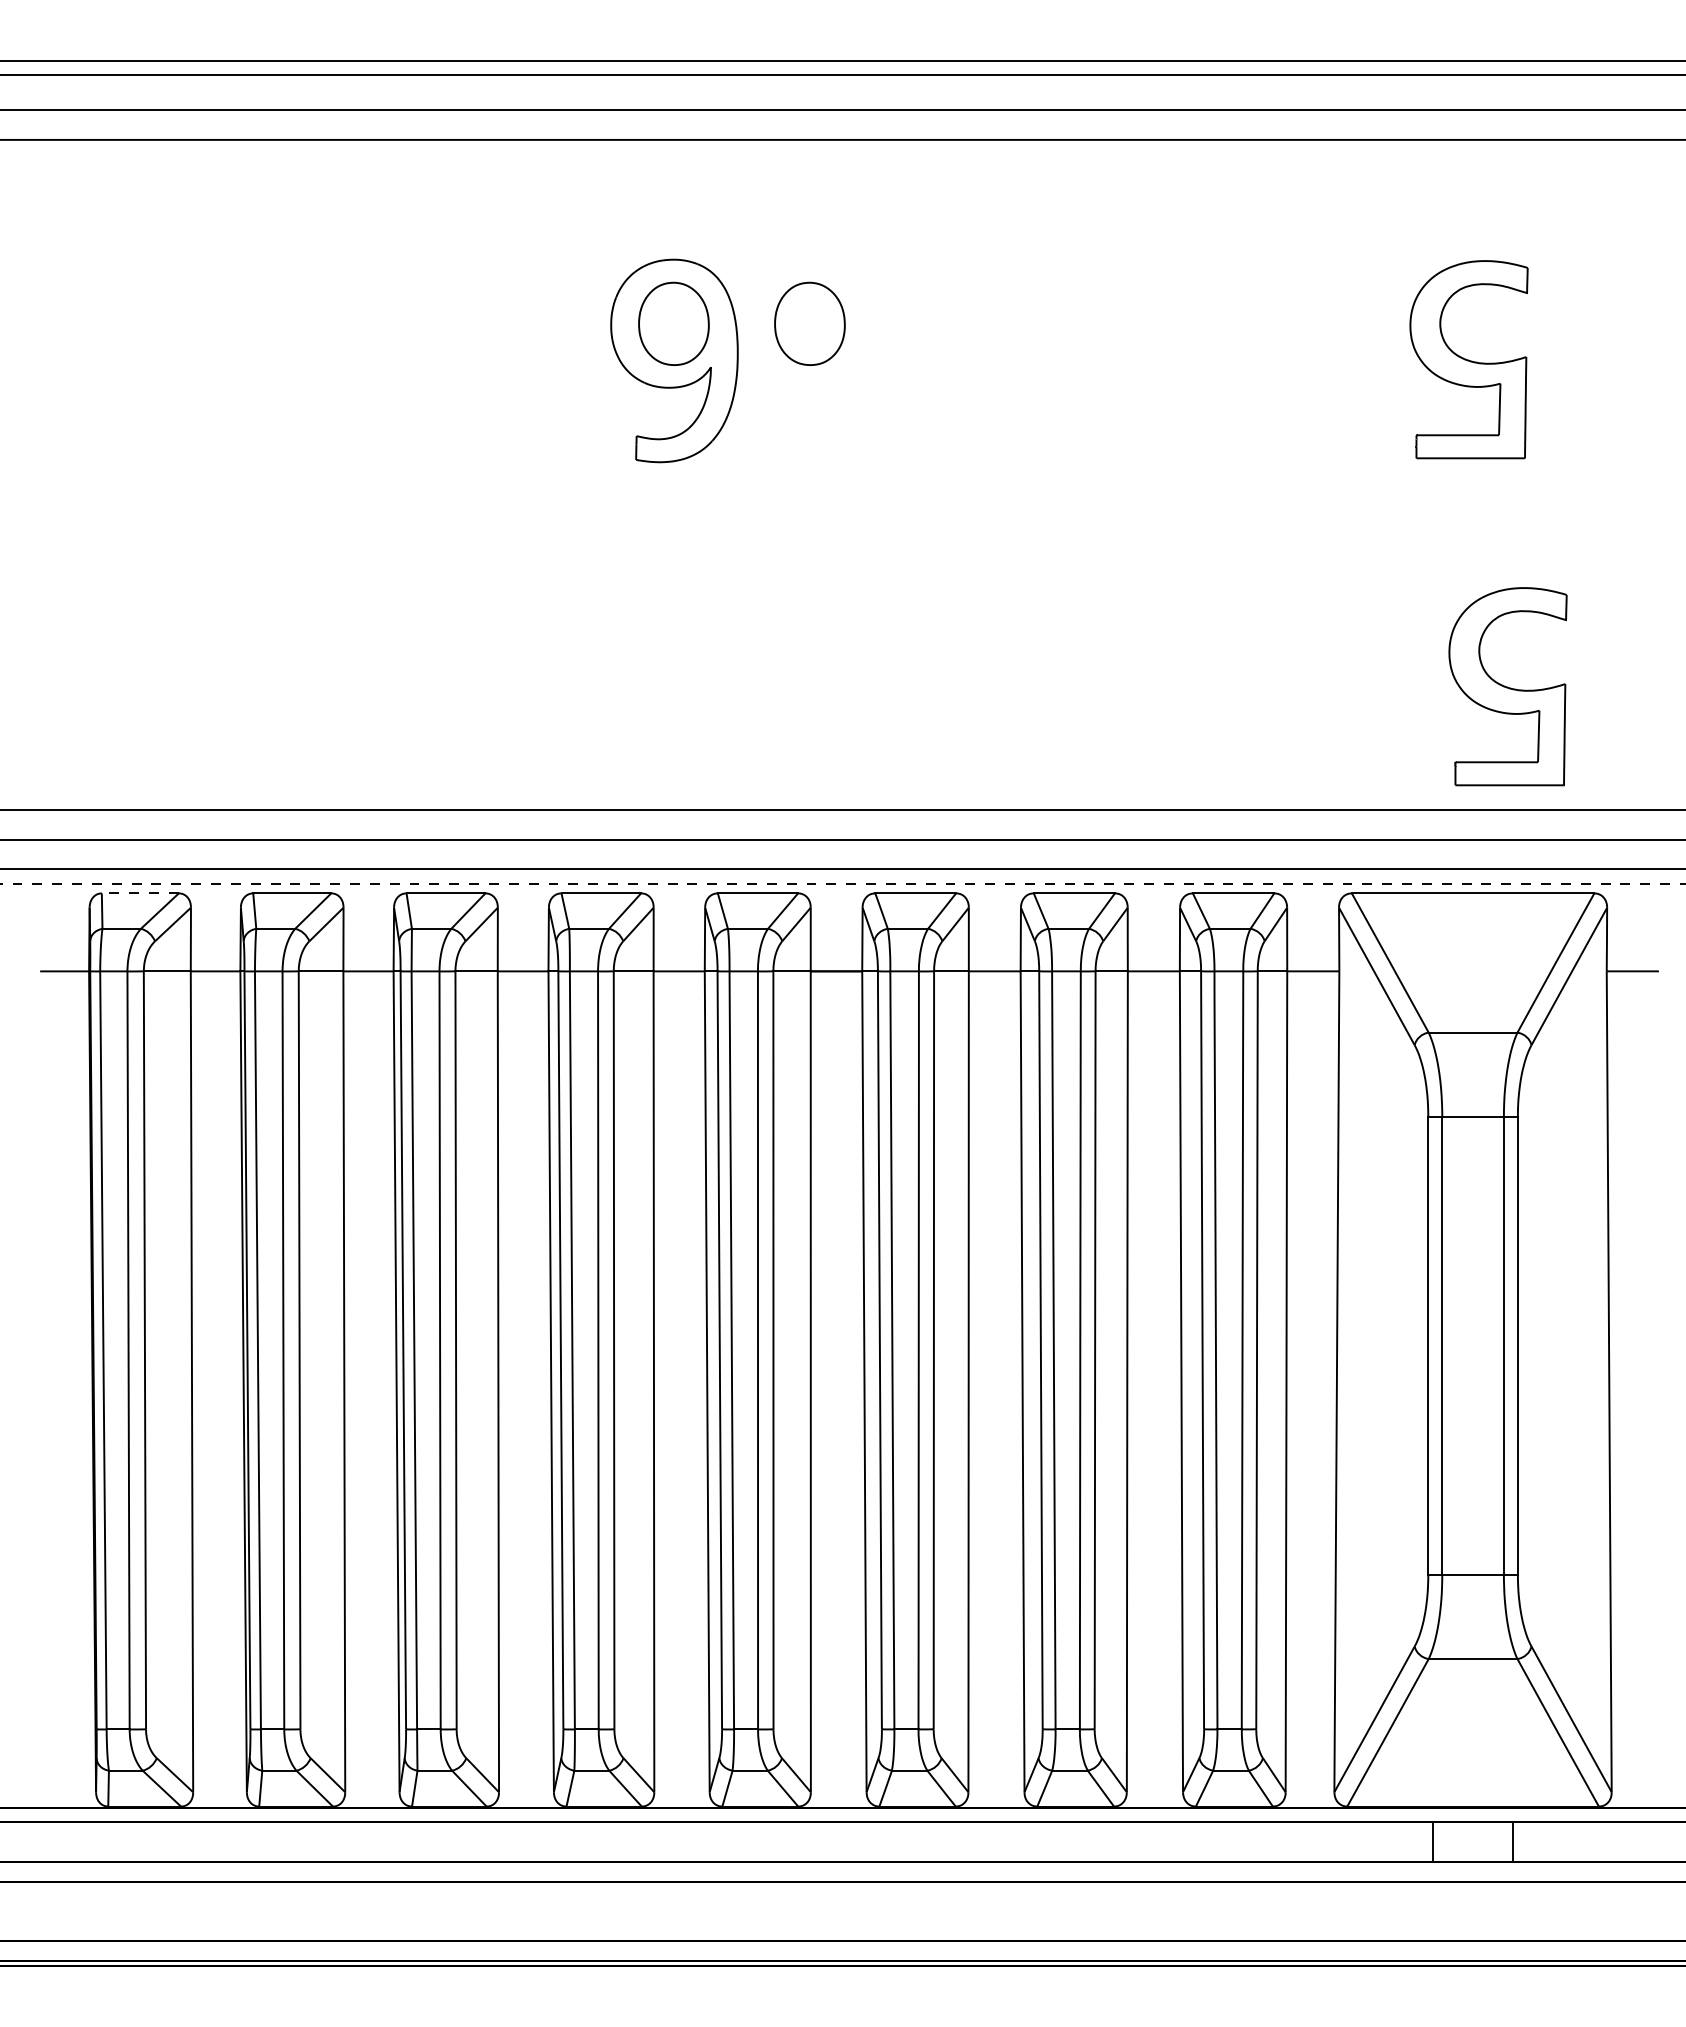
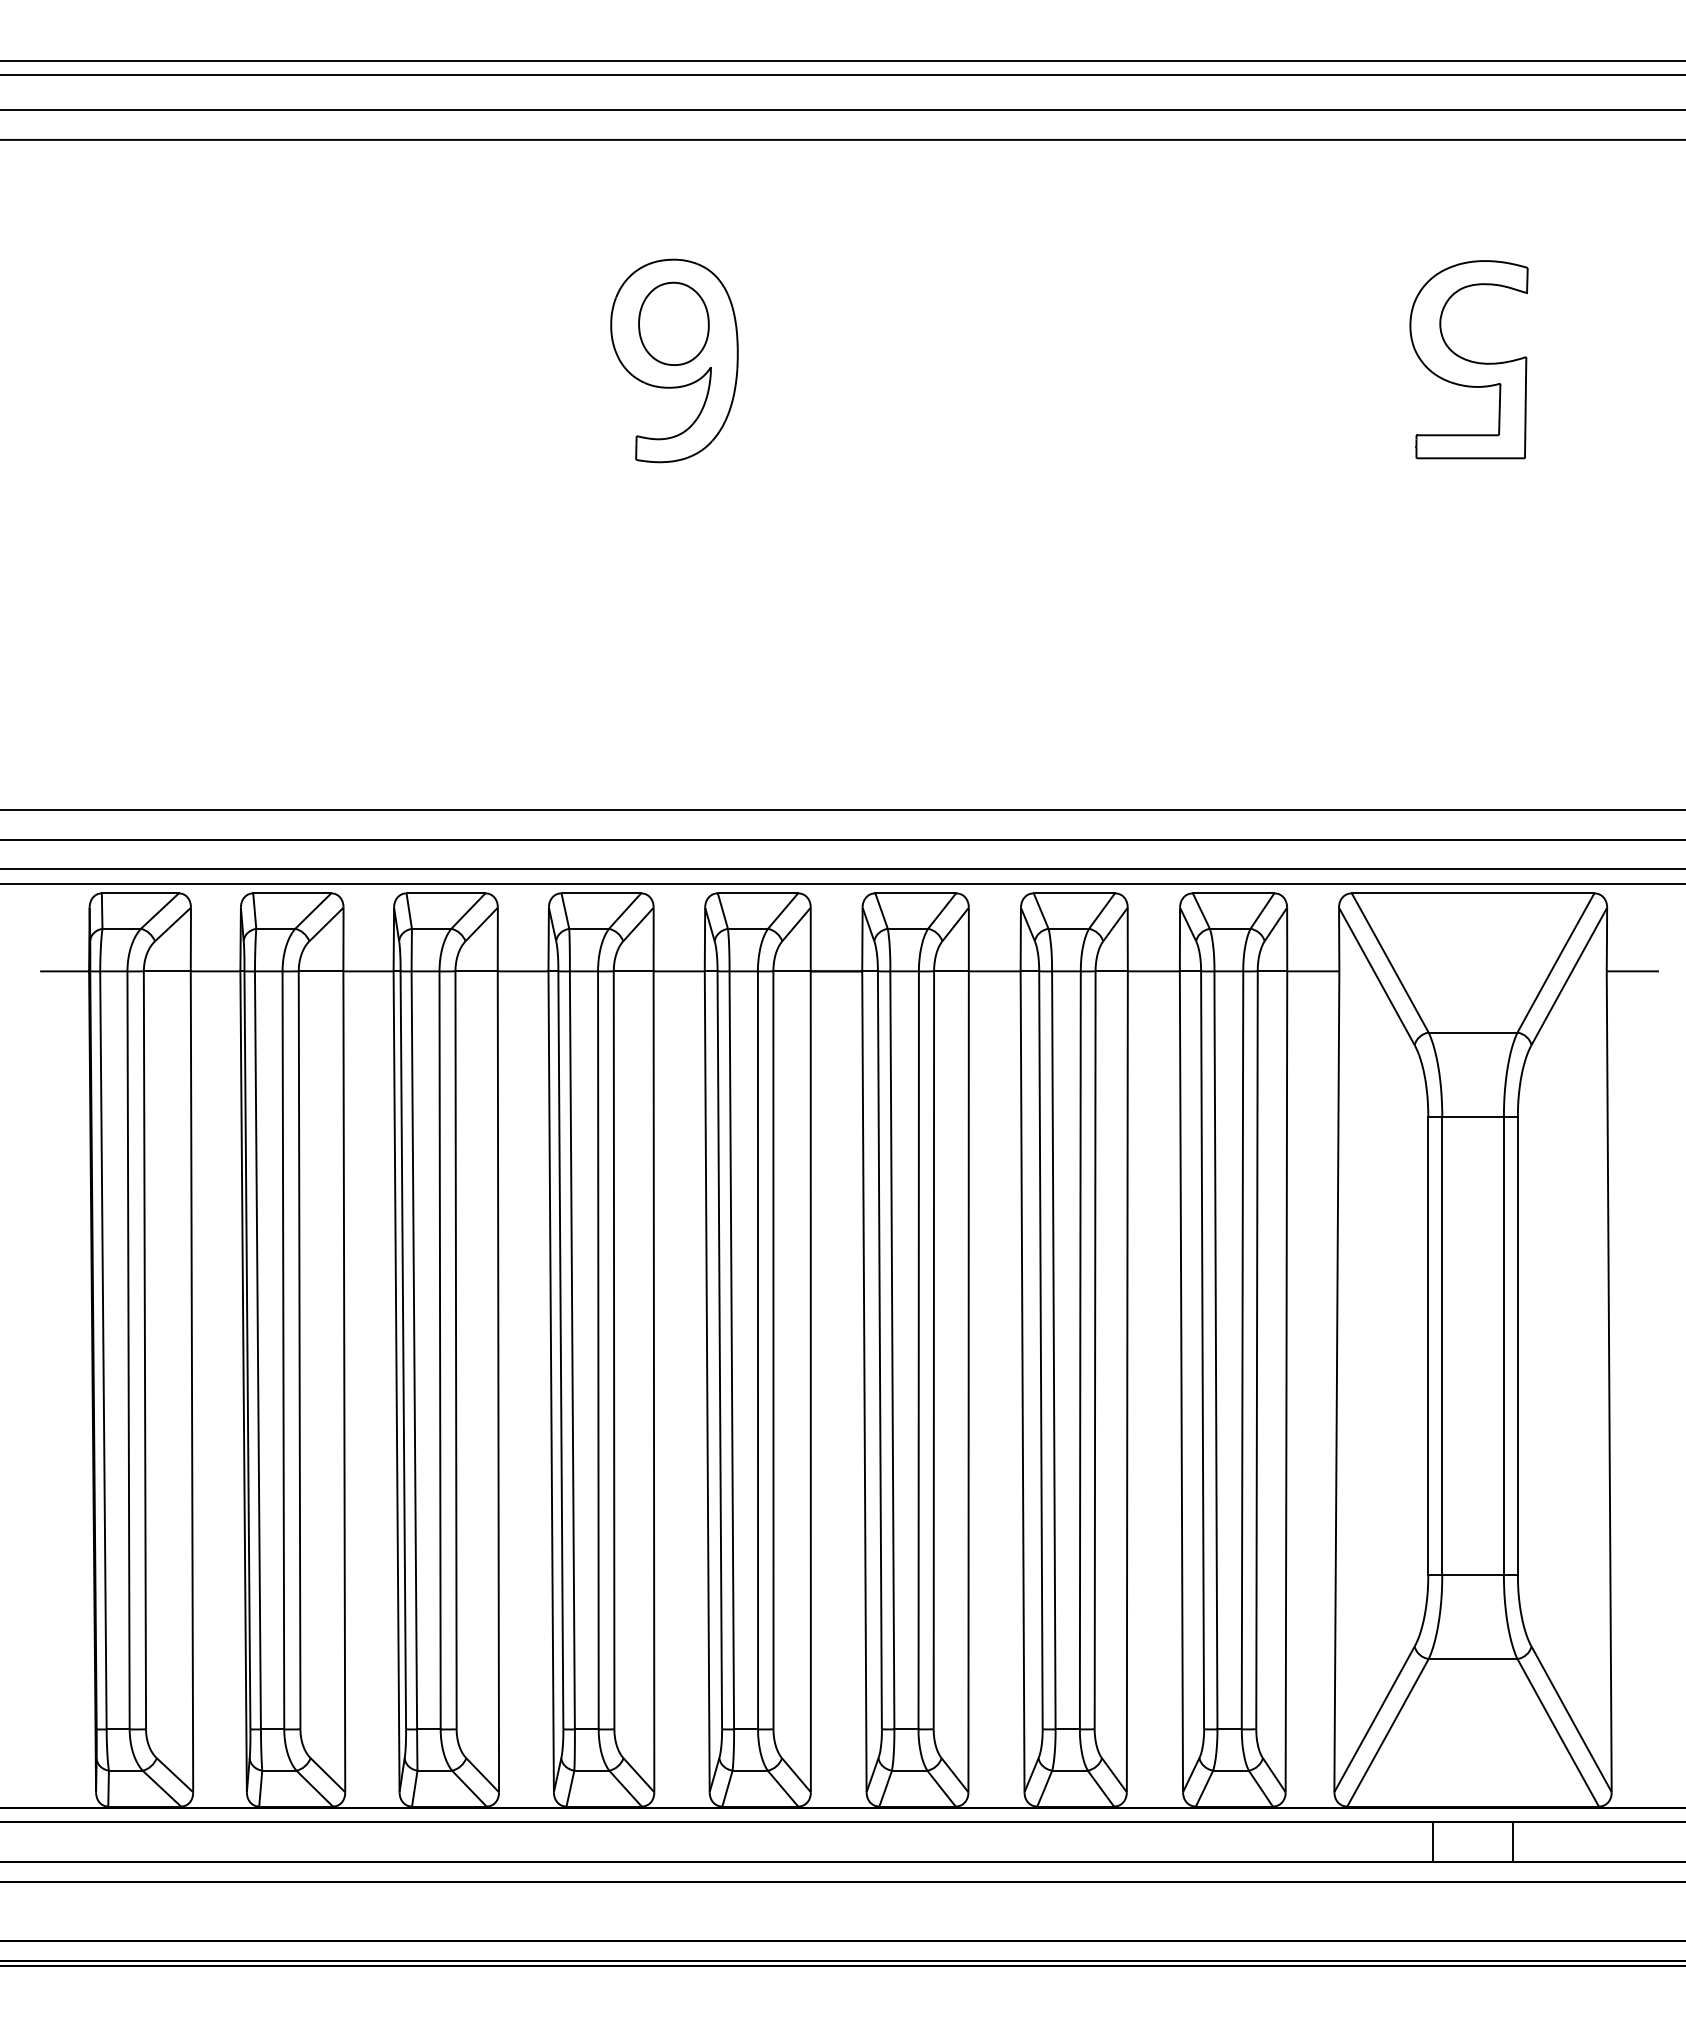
part at (809, 323): present -> none
part at (1507, 686): present -> none
line at (843, 884): dashed -> solid
line at (140, 893): dashed -> solid
